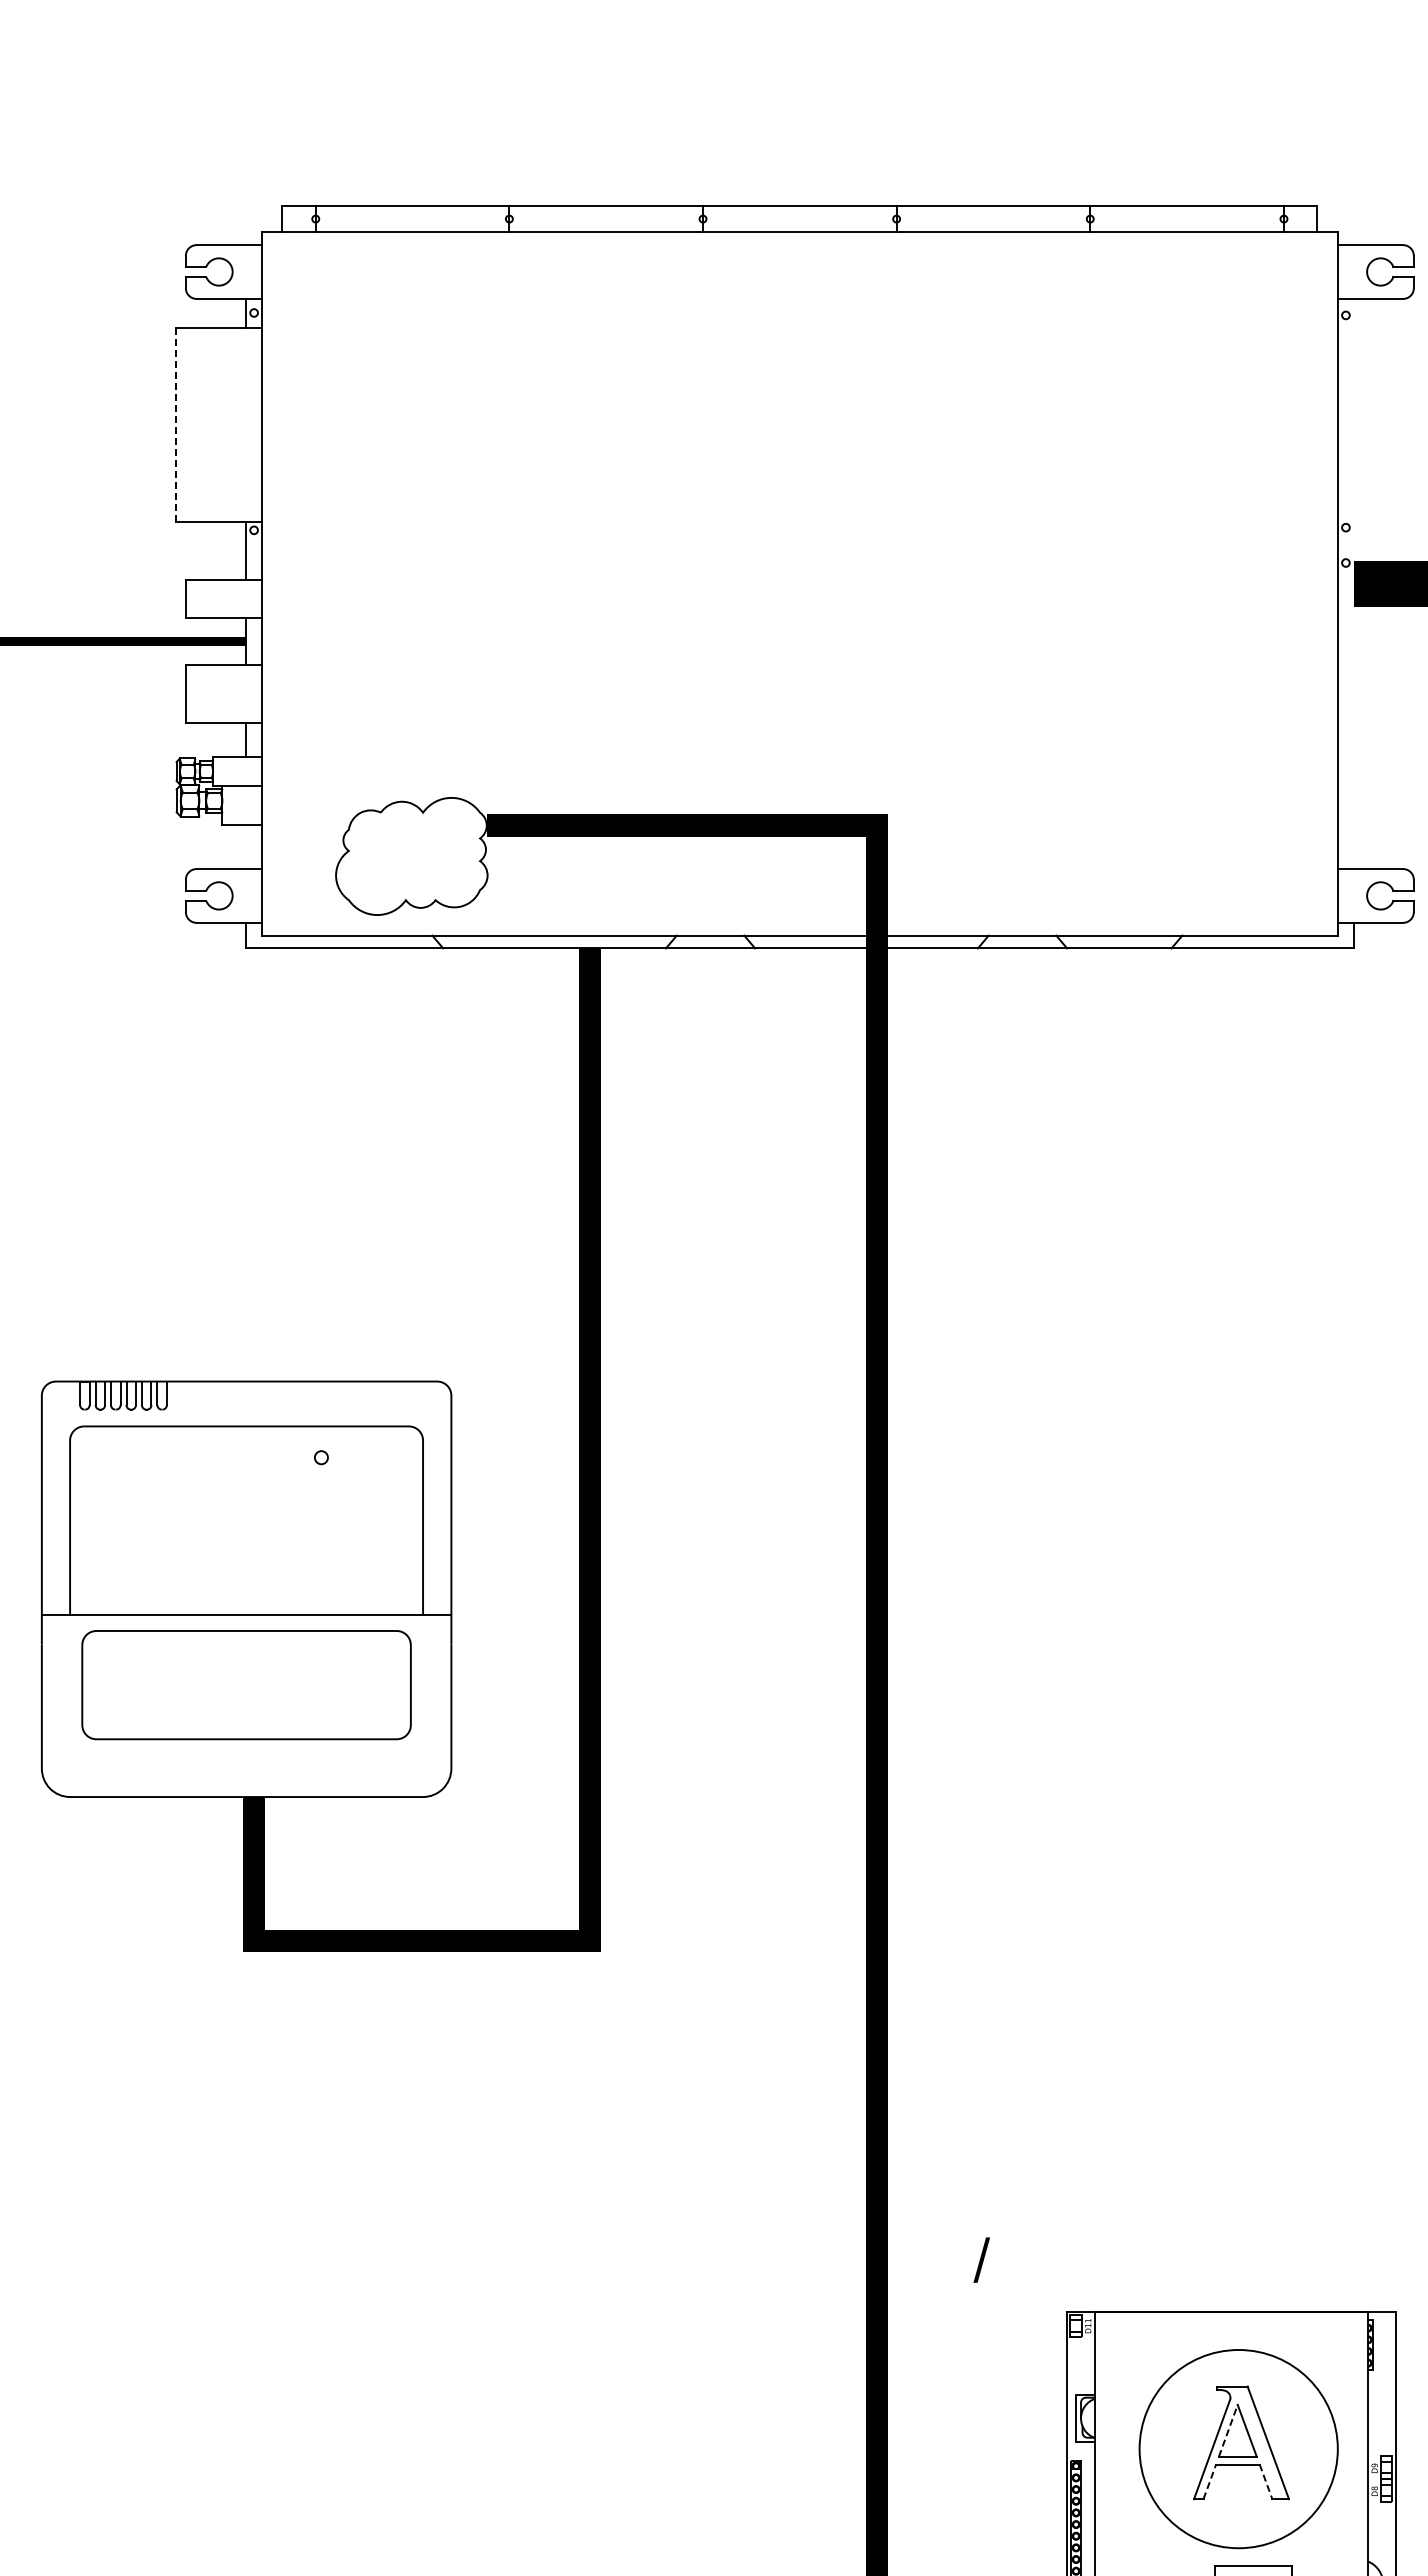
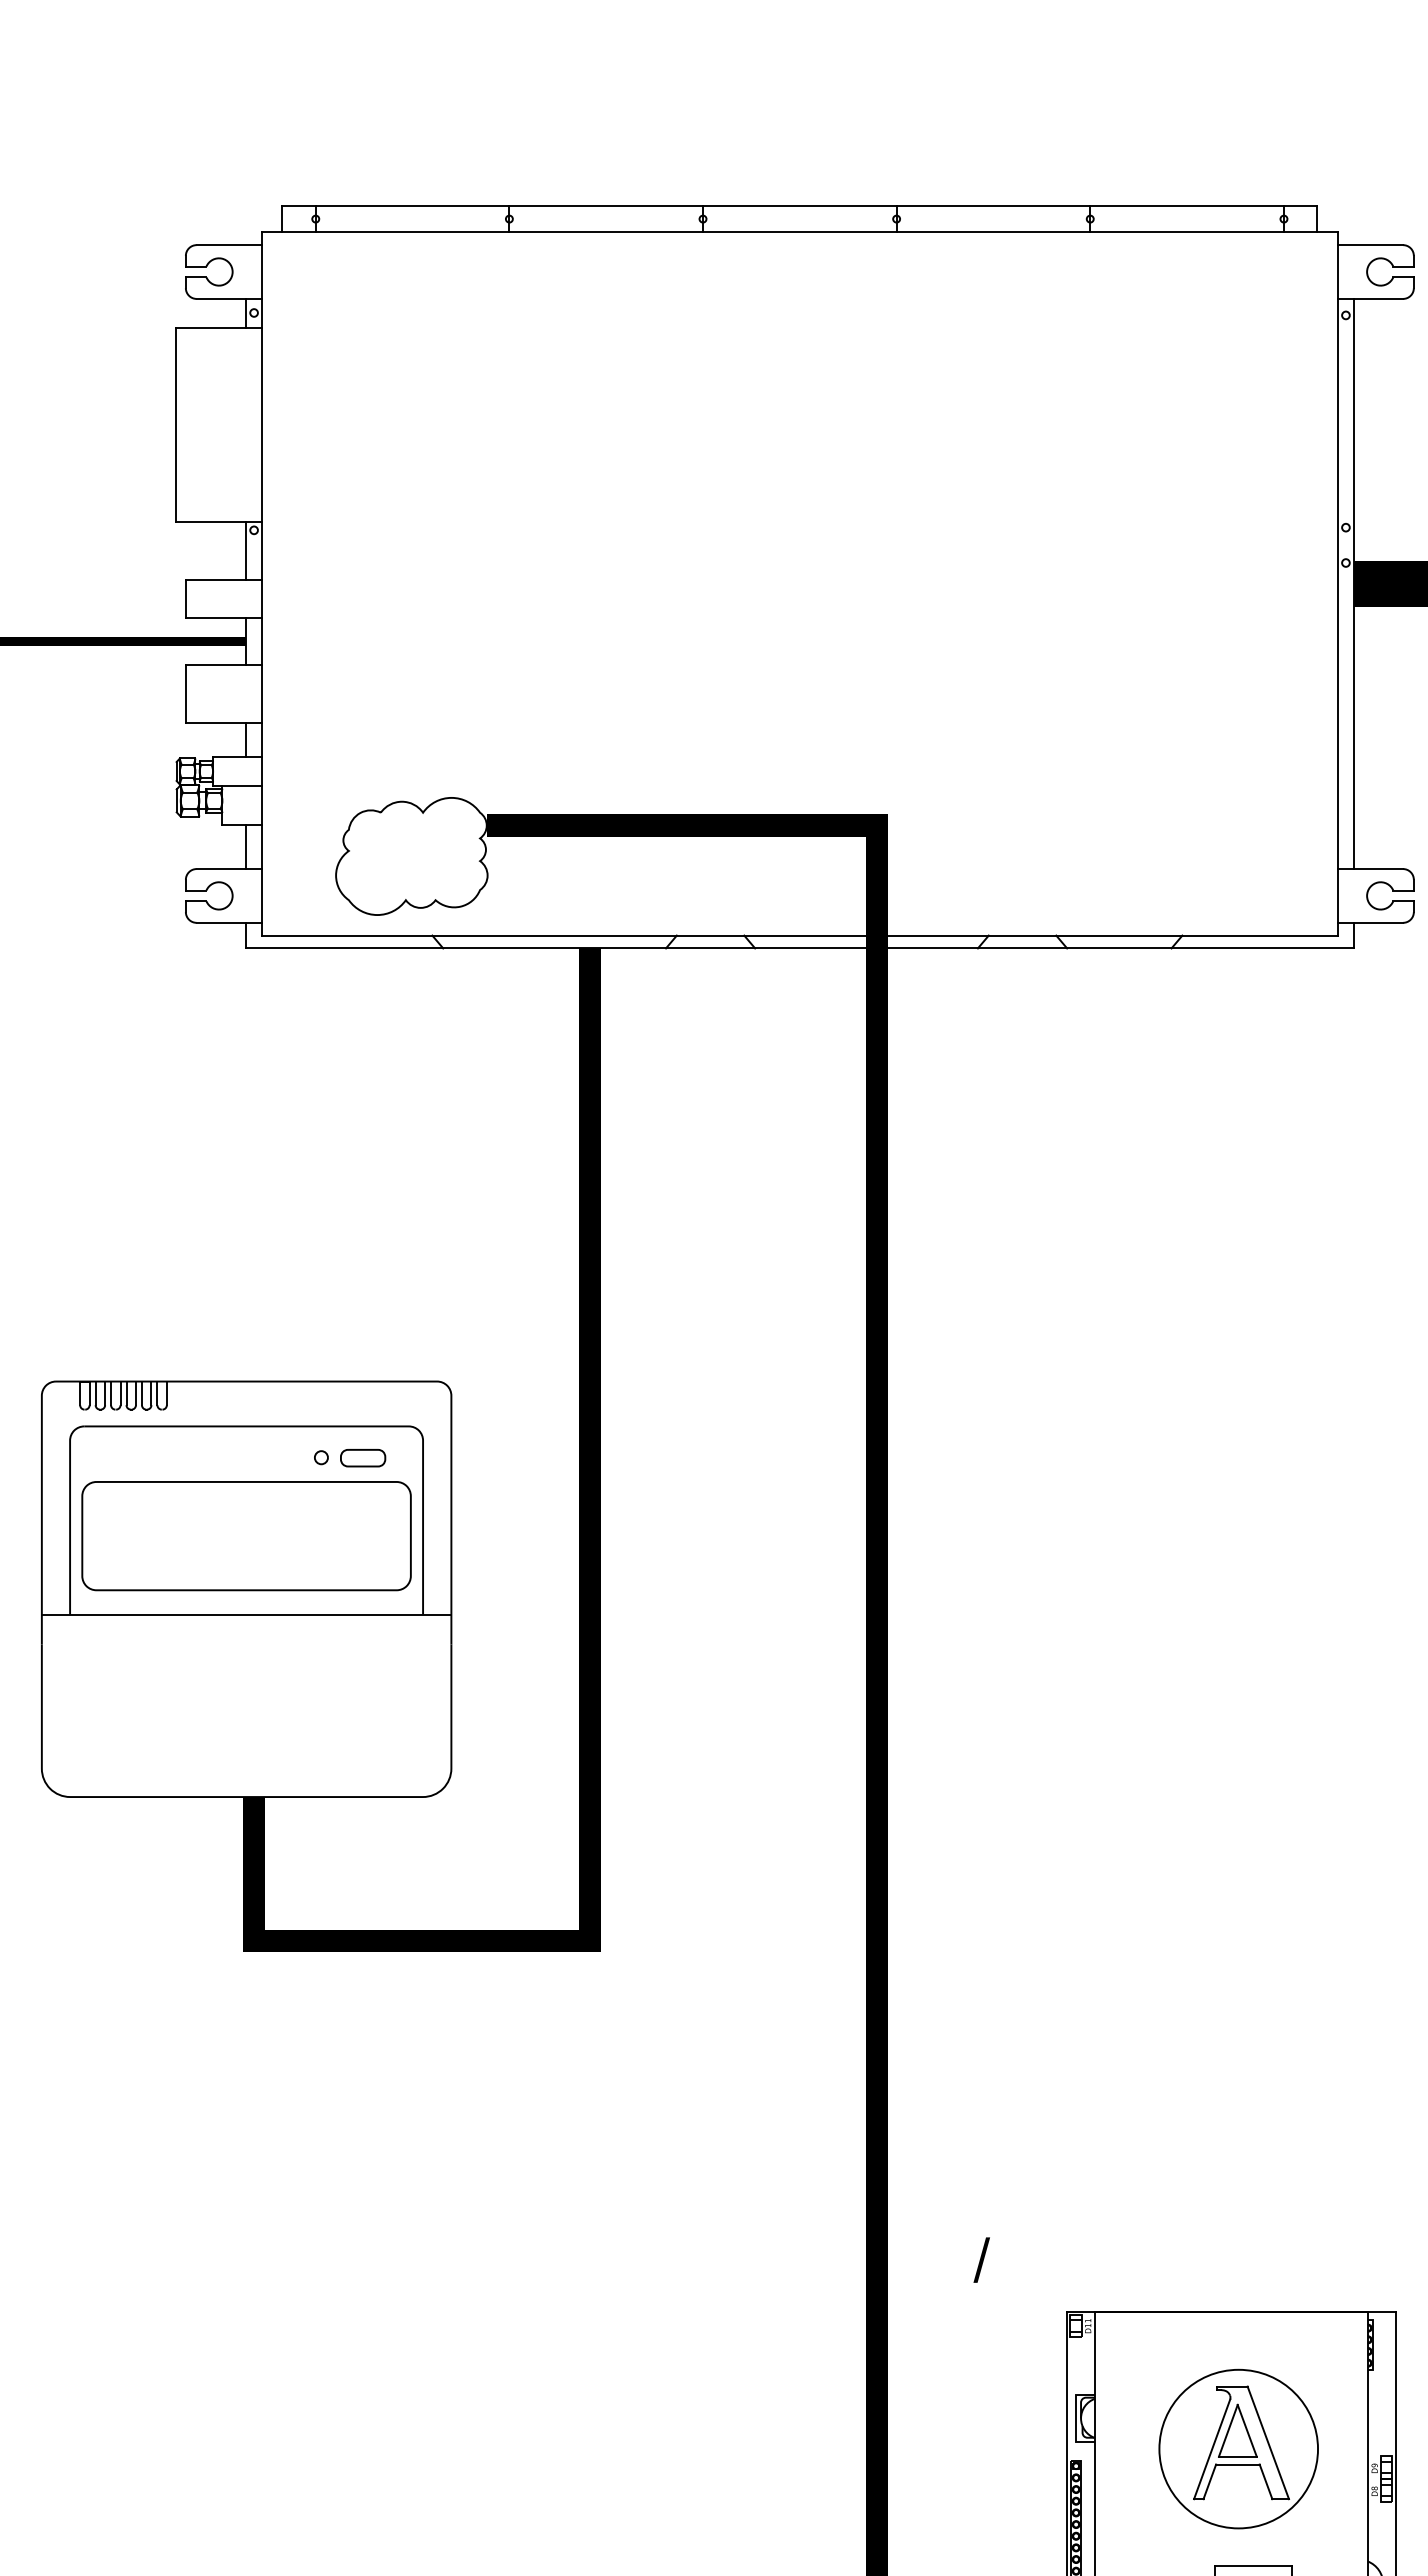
line at (175, 424): dashed -> solid
line at (1353, 583): none -> present
line at (246, 846): none -> present
part at (363, 1458): none -> present
part at (246, 1685) position: (246, 1685) -> (246, 1536)
line at (1228, 2430): dashed -> solid
circle at (1238, 2448) diameter: 198 px -> 159 px
line at (1209, 2481): dashed -> solid
line at (1266, 2482): dashed -> solid
